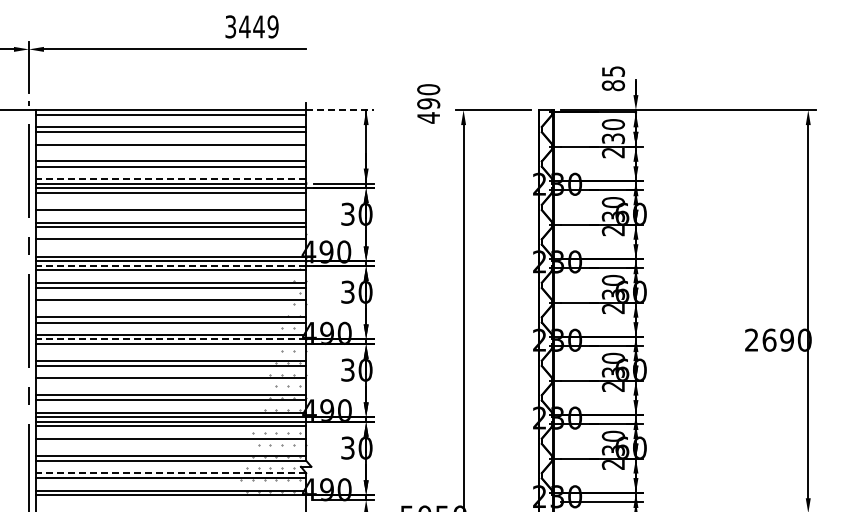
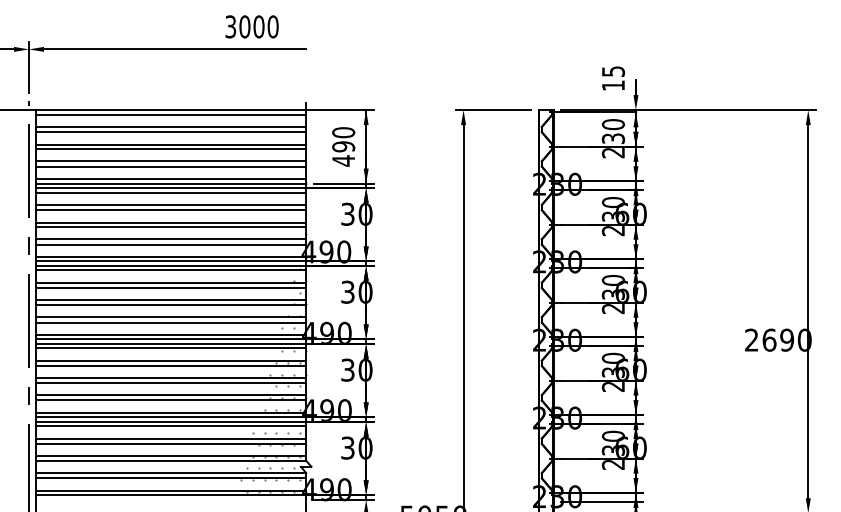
text at (258, 26): 3449 -> 3000
text at (613, 85): 85 -> 15
text at (428, 103) position: (428, 103) -> (343, 146)
line at (339, 110): dashed -> solid
line at (171, 149): none -> present
line at (171, 179): dashed -> solid
line at (171, 204): none -> present
line at (171, 244): none -> present
line at (171, 265): dashed -> solid
line at (171, 304): none -> present
line at (171, 339): dashed -> solid
line at (171, 348): none -> present
line at (171, 382): none -> present
line at (171, 443): none -> present
line at (171, 473): dashed -> solid
